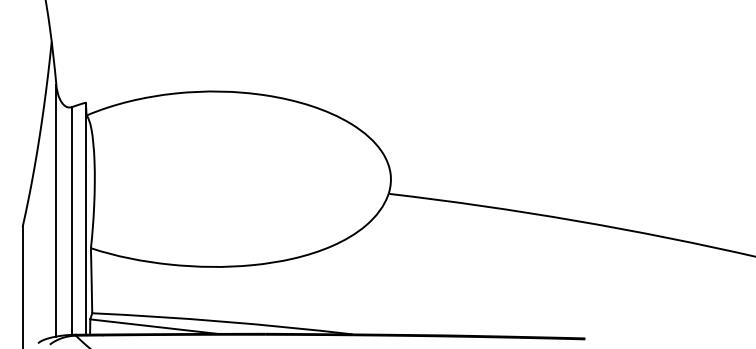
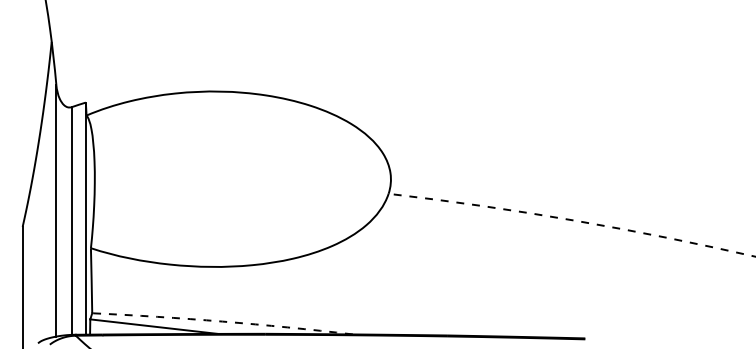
arc at (573, 220): solid -> dashed
arc at (222, 321): solid -> dashed
